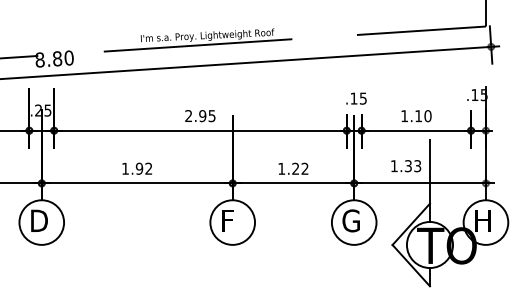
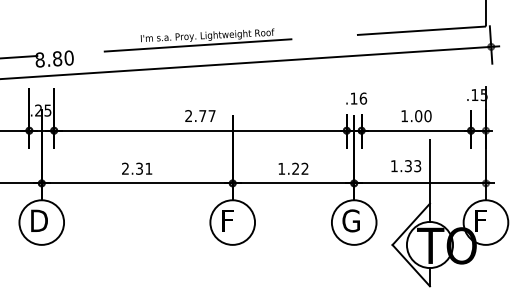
text at (363, 98): .15 -> .16
text at (207, 116): 2.95 -> 2.77
text at (418, 116): 1.10 -> 1.00
text at (136, 168): 1.92 -> 2.31
text at (484, 220): H -> F
